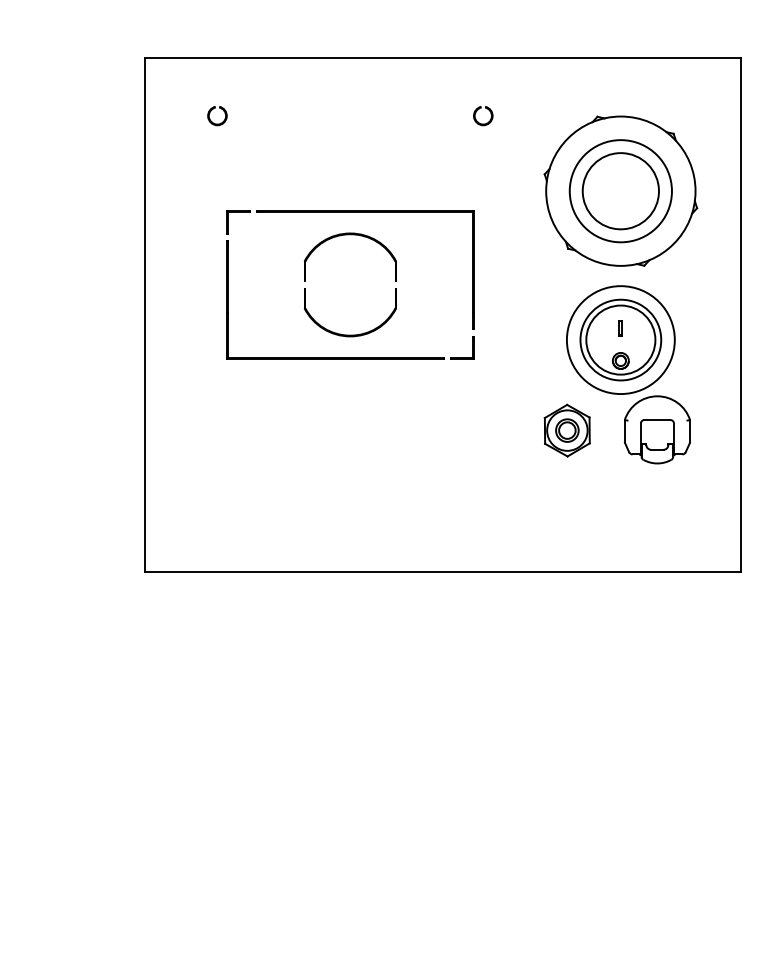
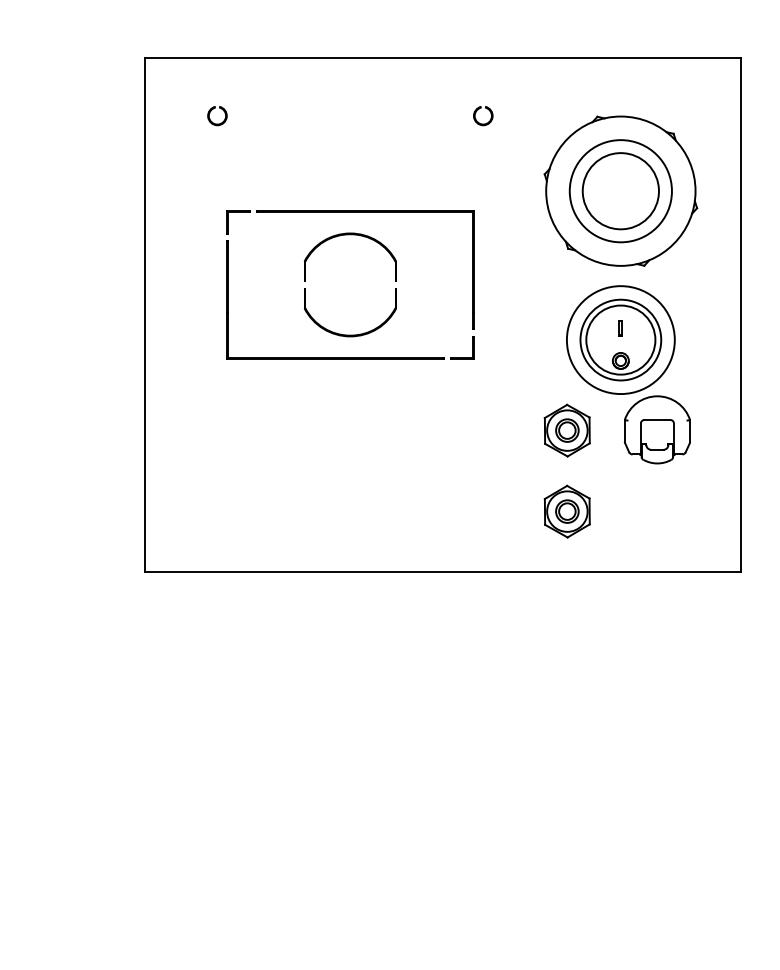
part at (566, 511): none -> present
